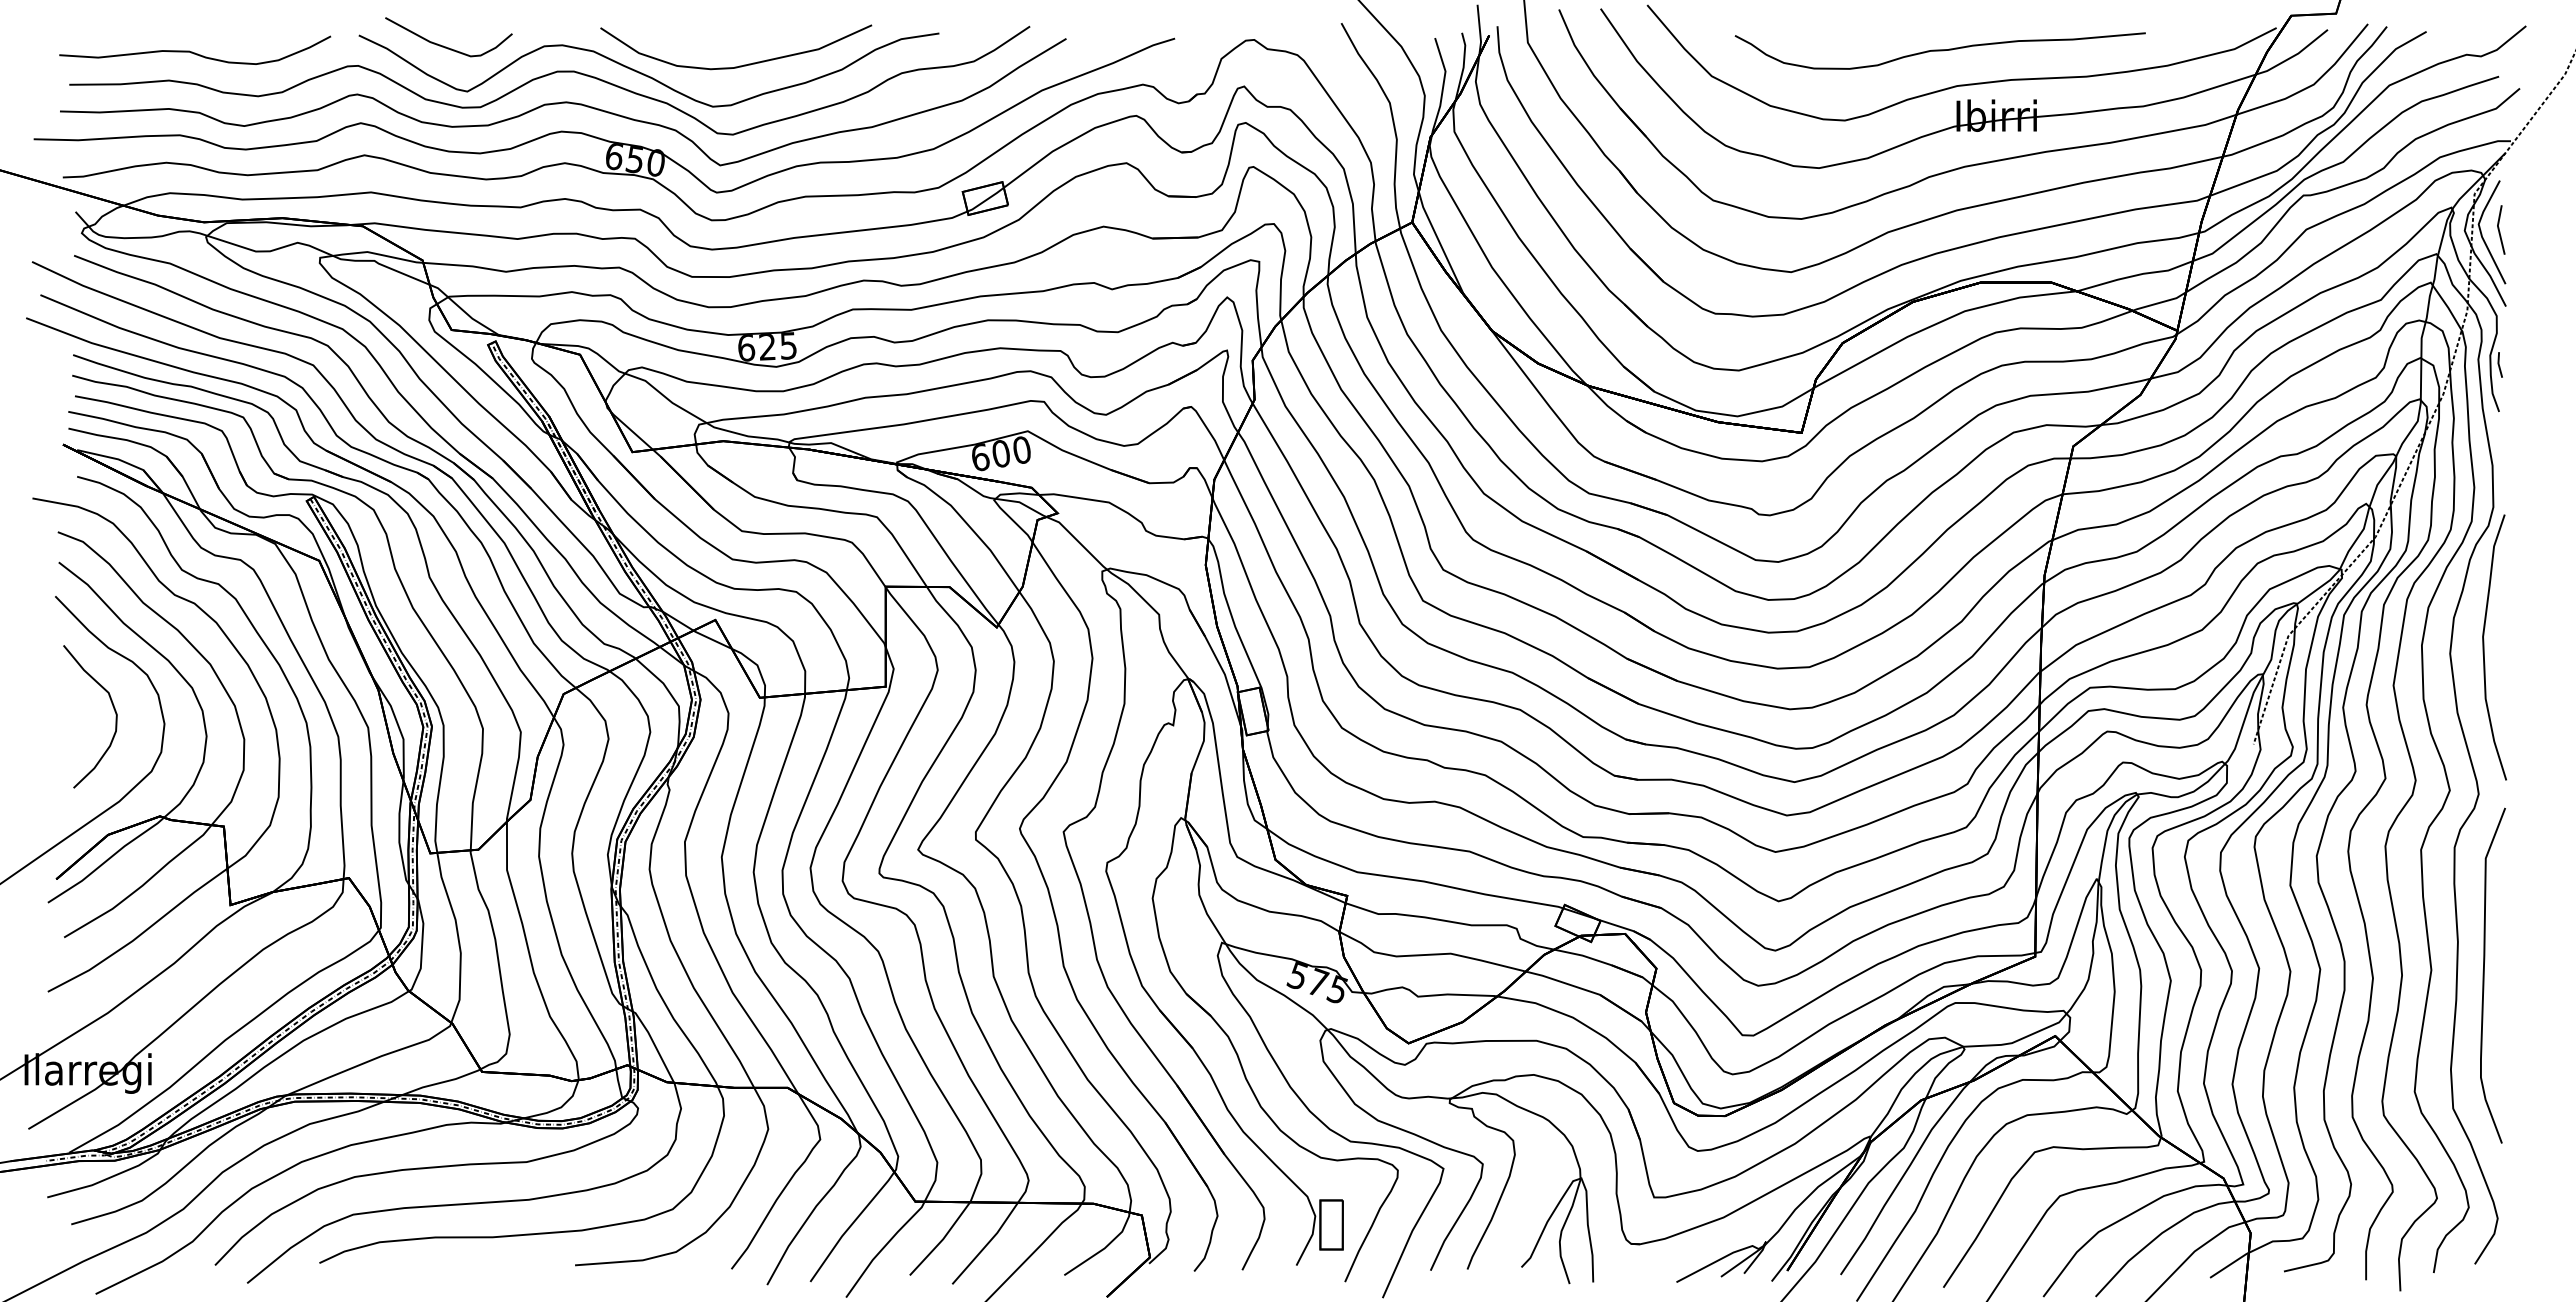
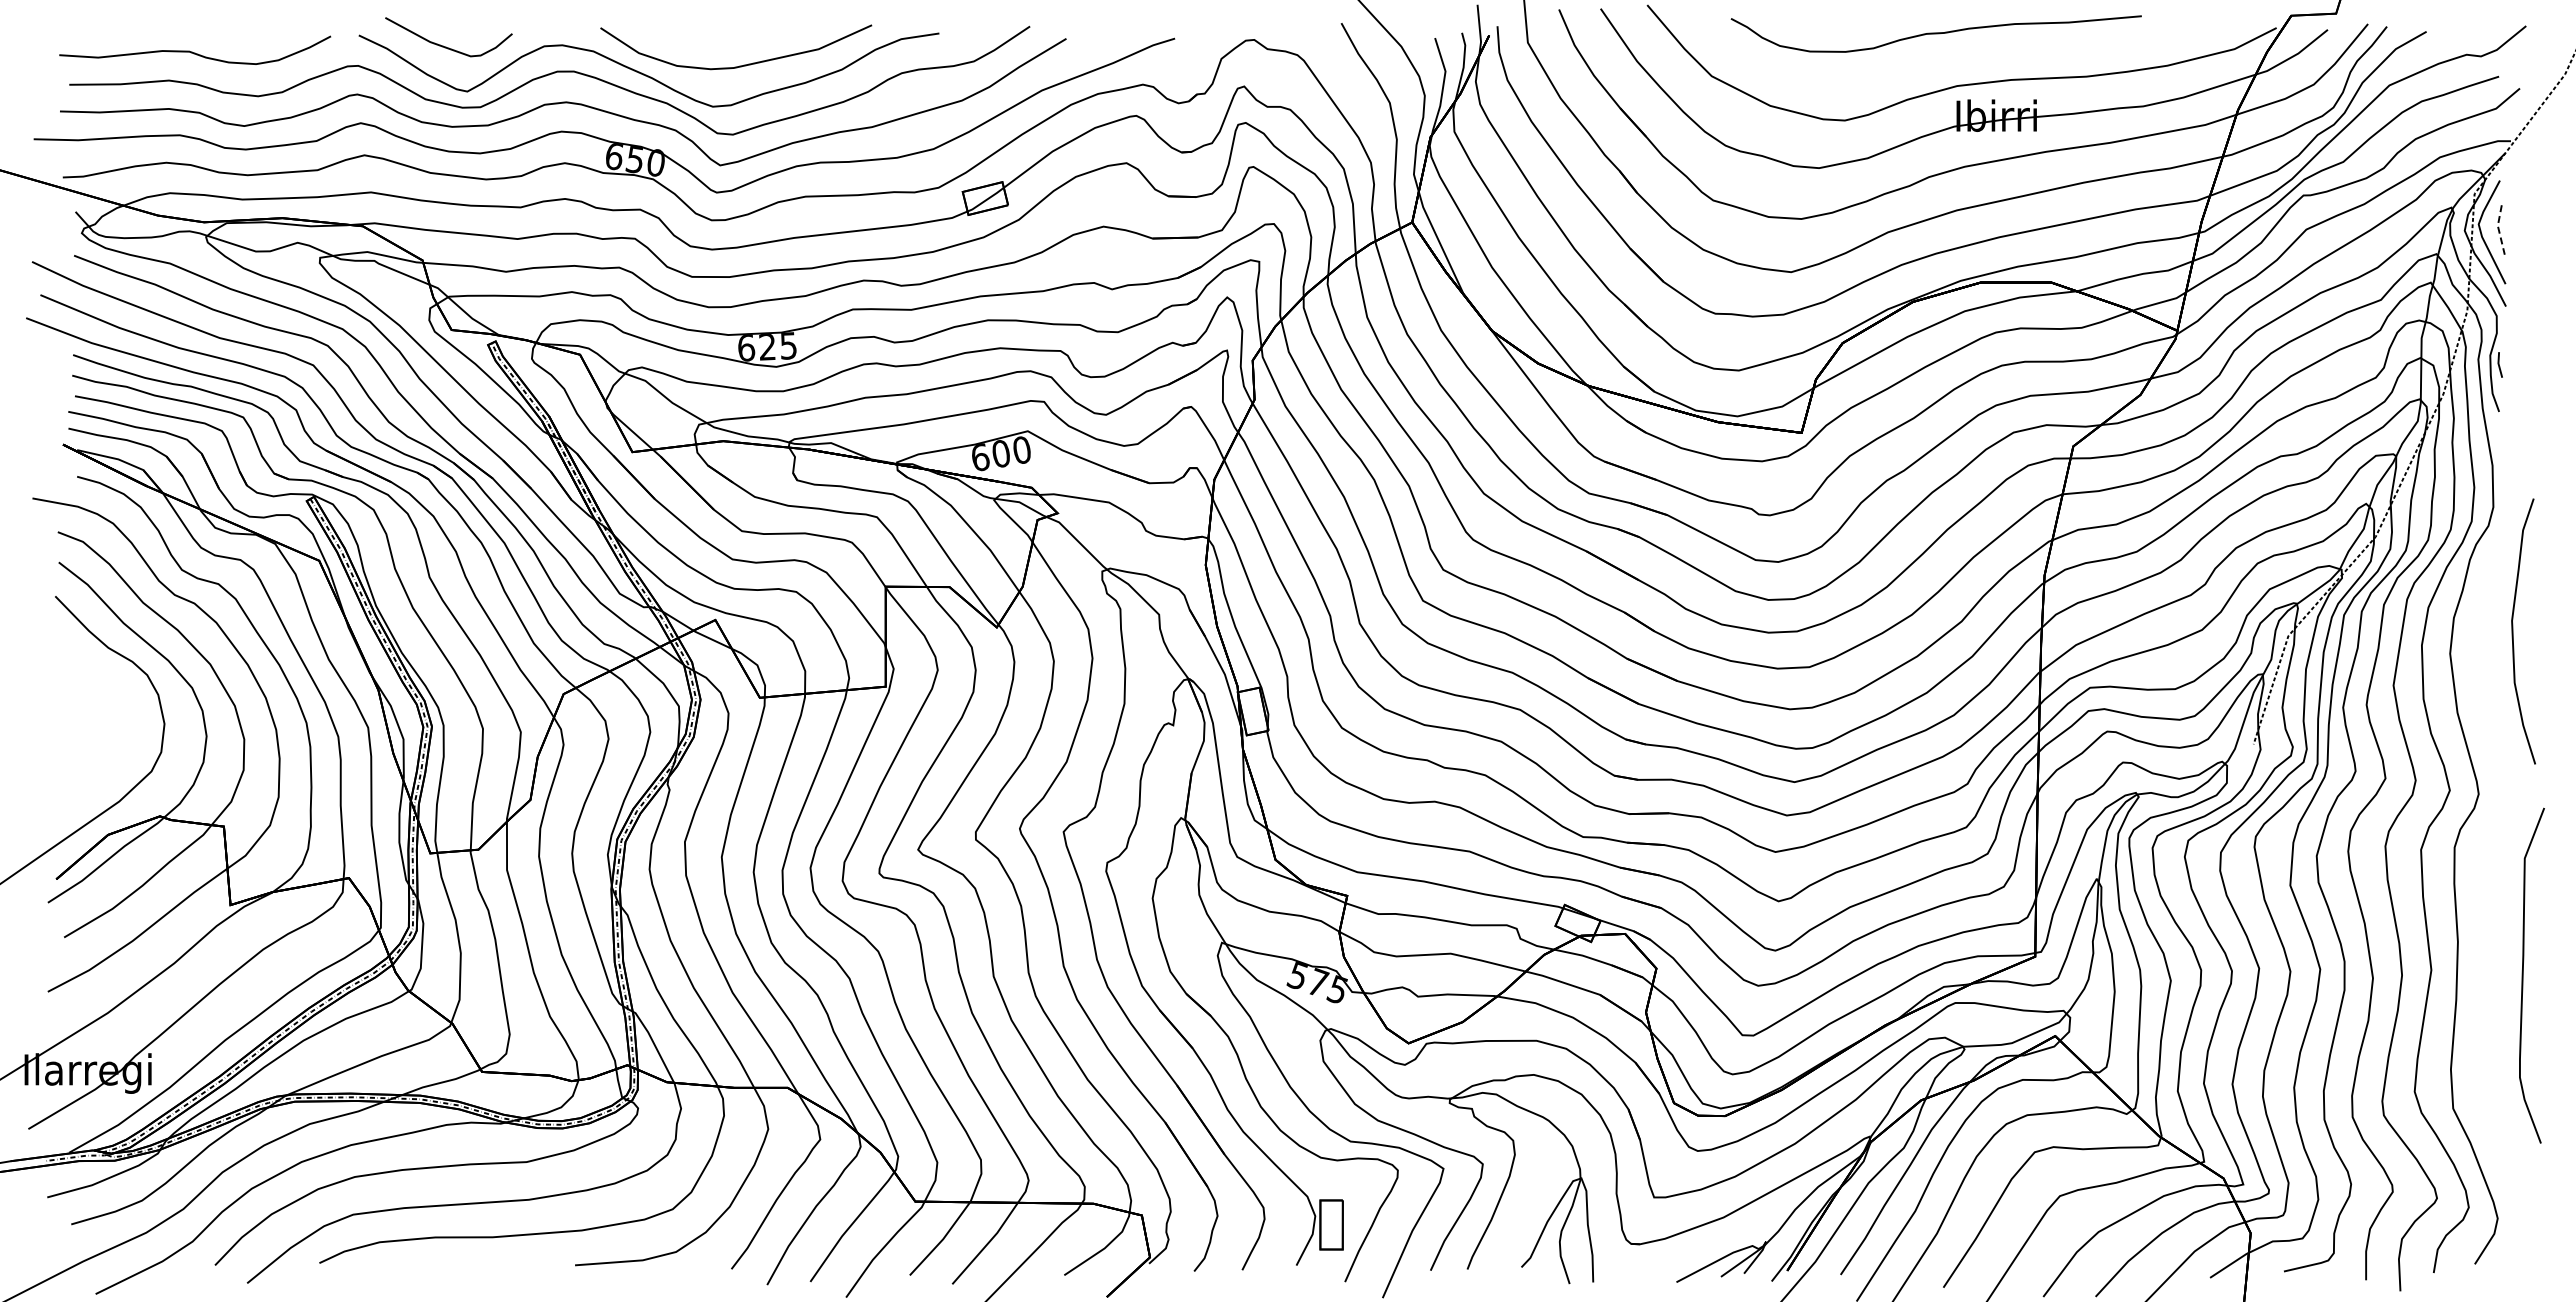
curve at (1939, 50) position: (1939, 50) -> (1935, 33)
line at (2498, 229): solid -> dashed
curve at (2484, 647) position: (2484, 647) -> (2513, 631)
curve at (113, 709): present -> none
curve at (2484, 975) position: (2484, 975) -> (2523, 975)
